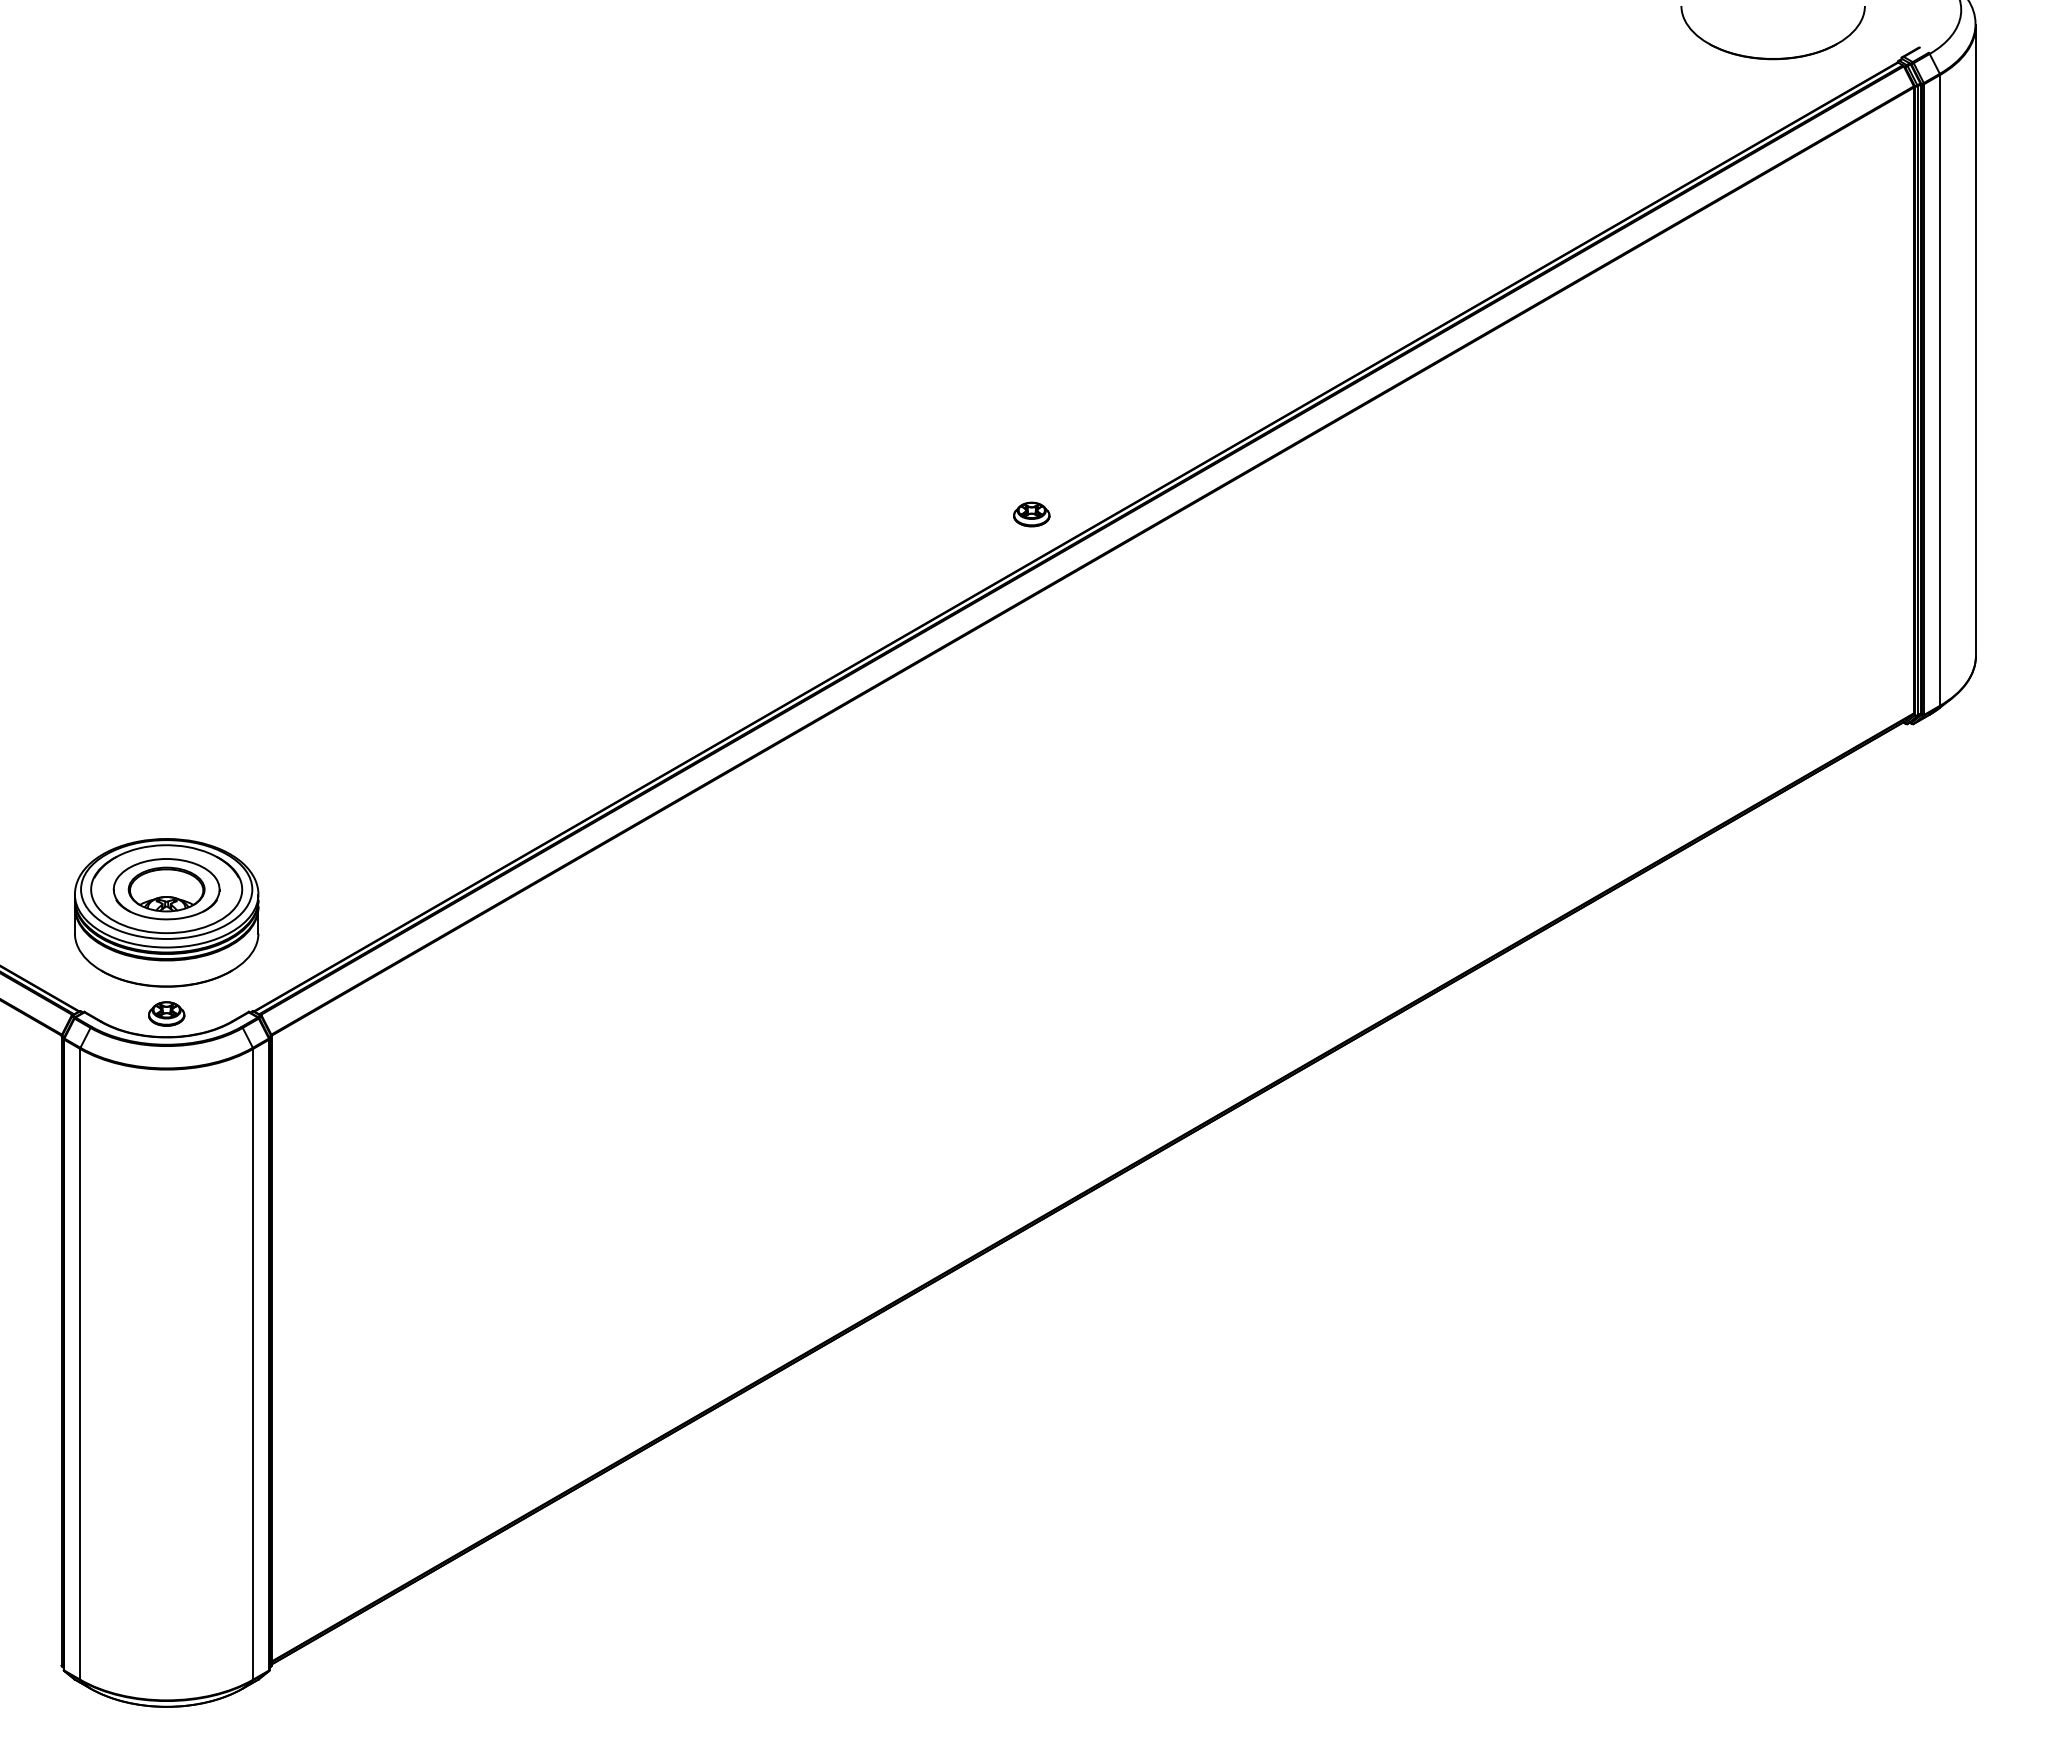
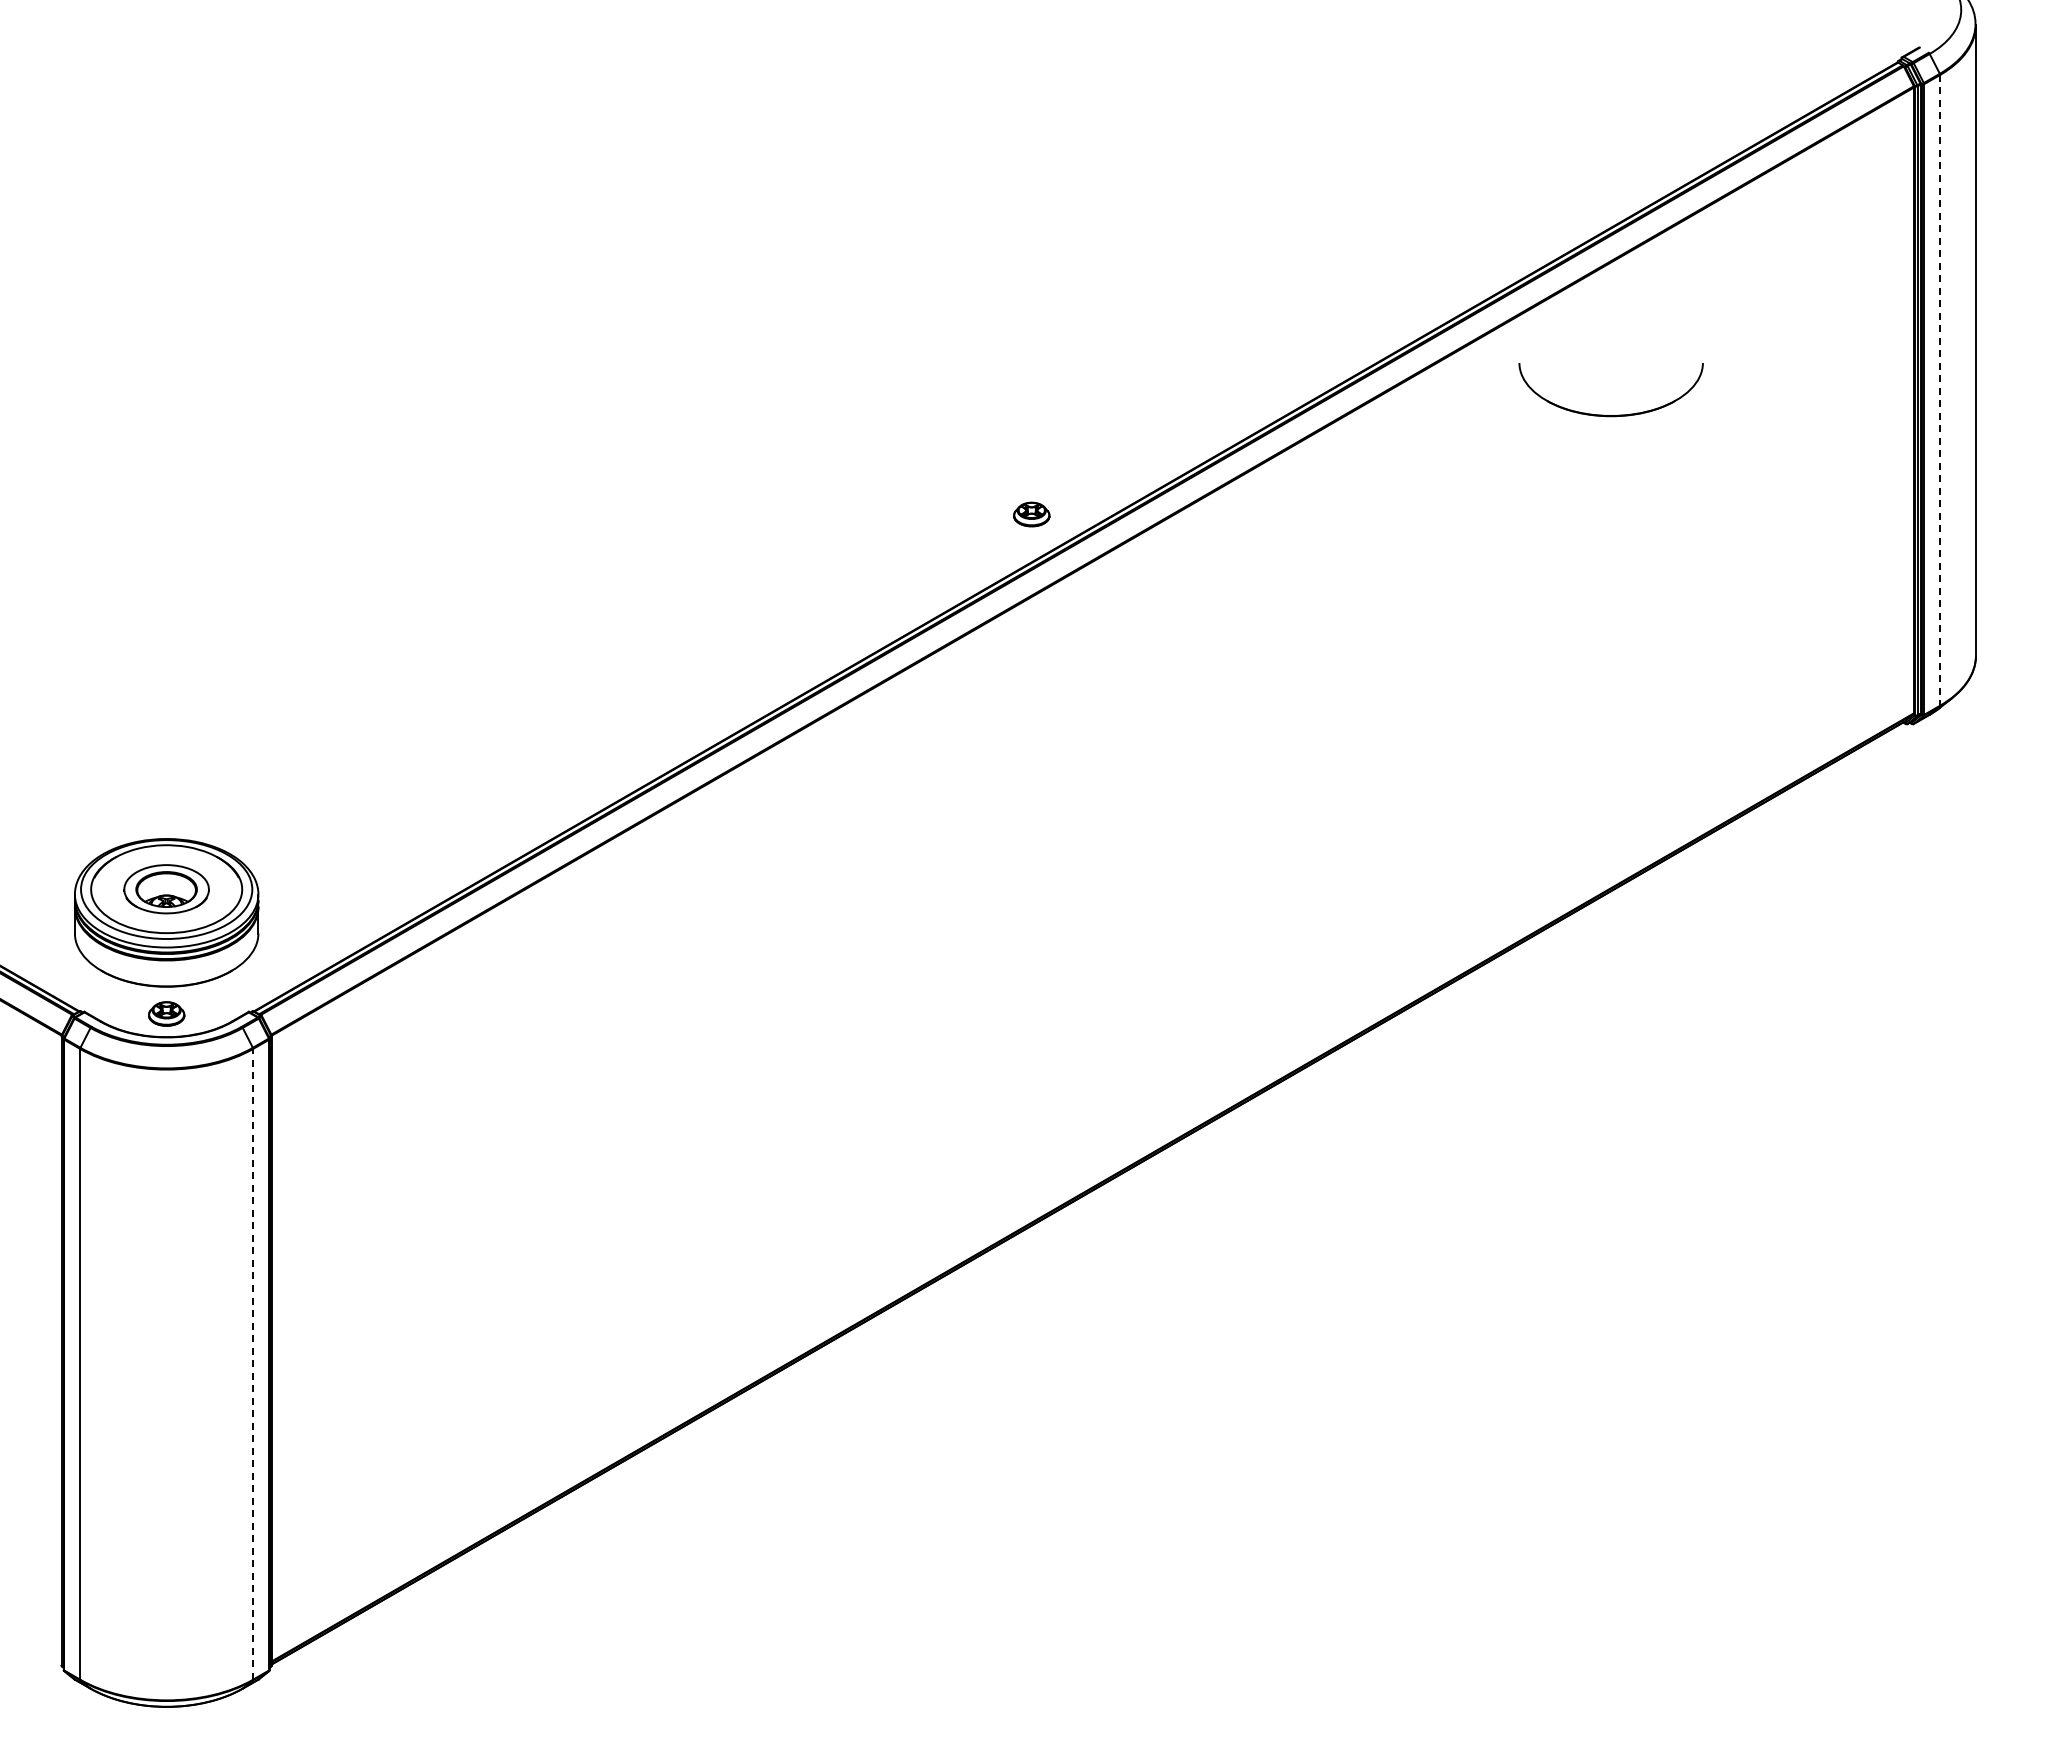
part at (1766, 57) position: (1766, 57) -> (1604, 414)
line at (1940, 390): solid -> dashed
part at (166, 889) size: 109x63 px -> 87x51 px
line at (253, 1363): solid -> dashed
